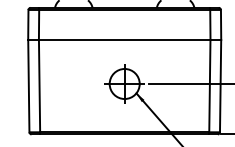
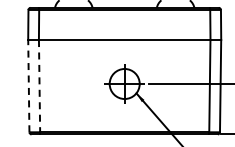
line at (28, 85): solid -> dashed
line at (39, 86): solid -> dashed
